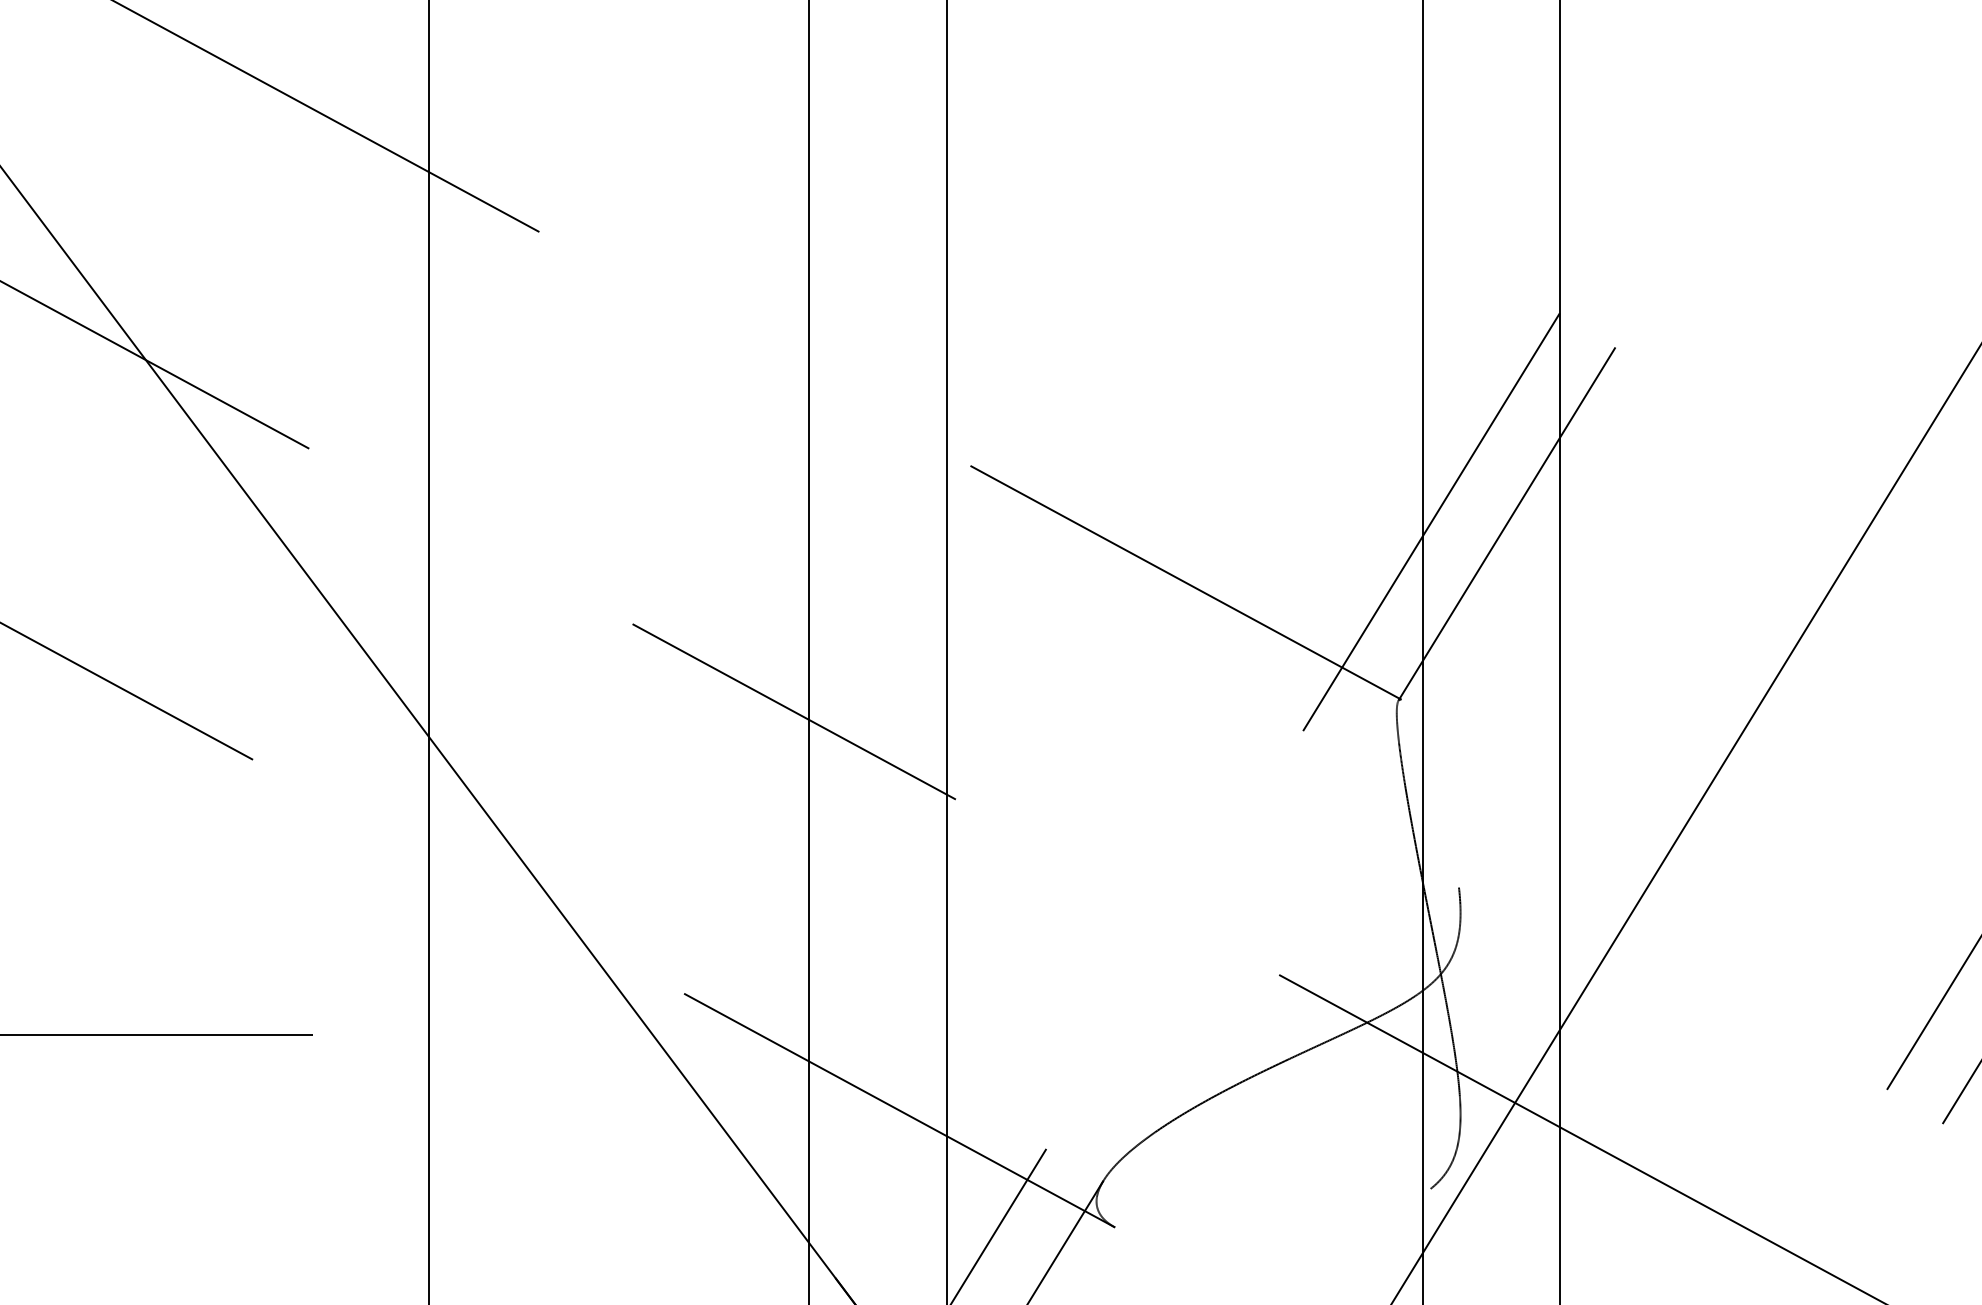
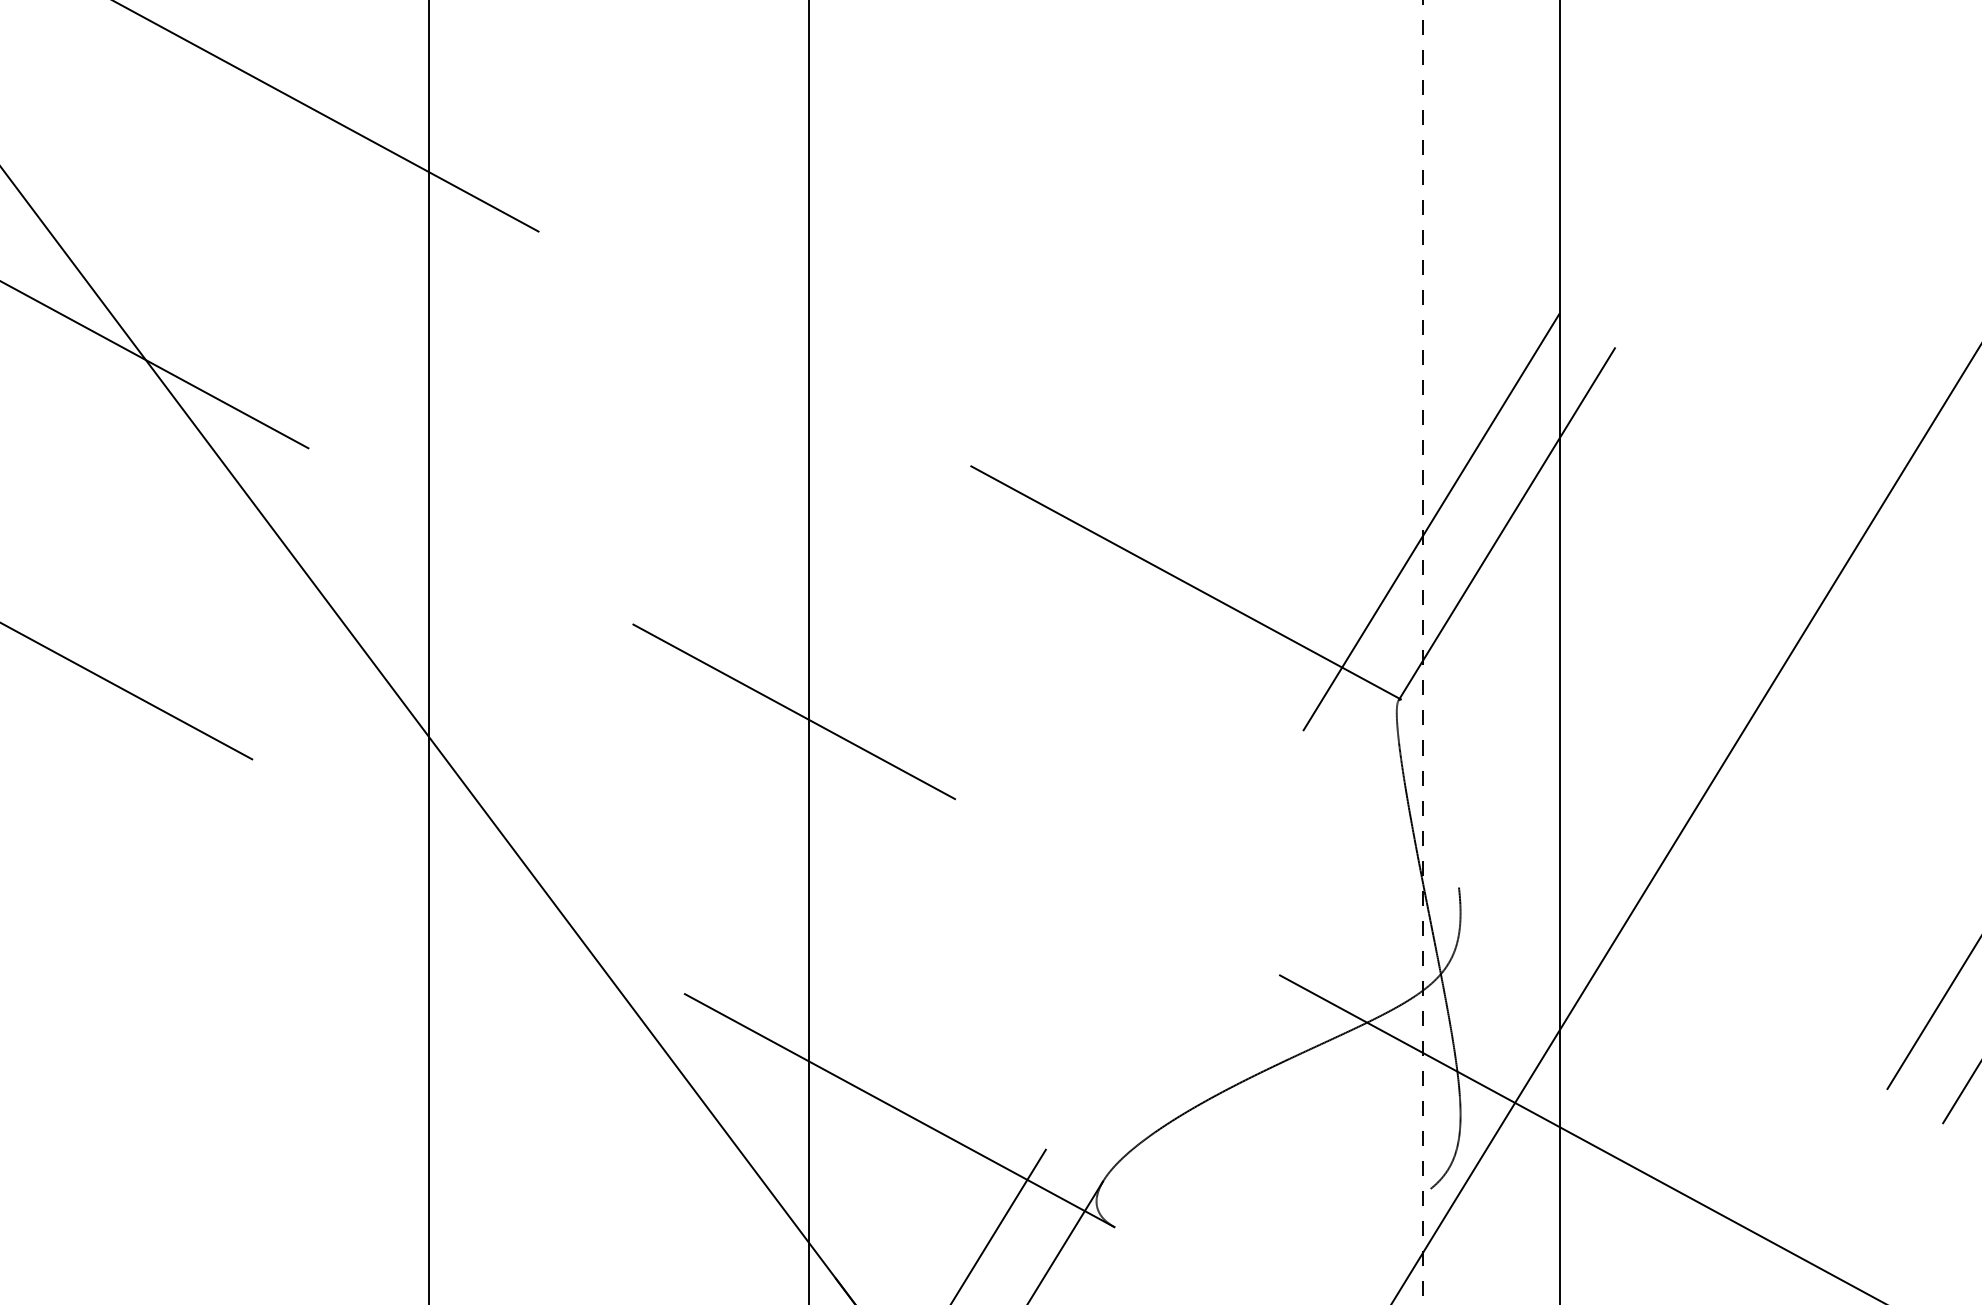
line at (946, 651): present -> none
line at (1422, 652): solid -> dashed
line at (157, 1035): present -> none
